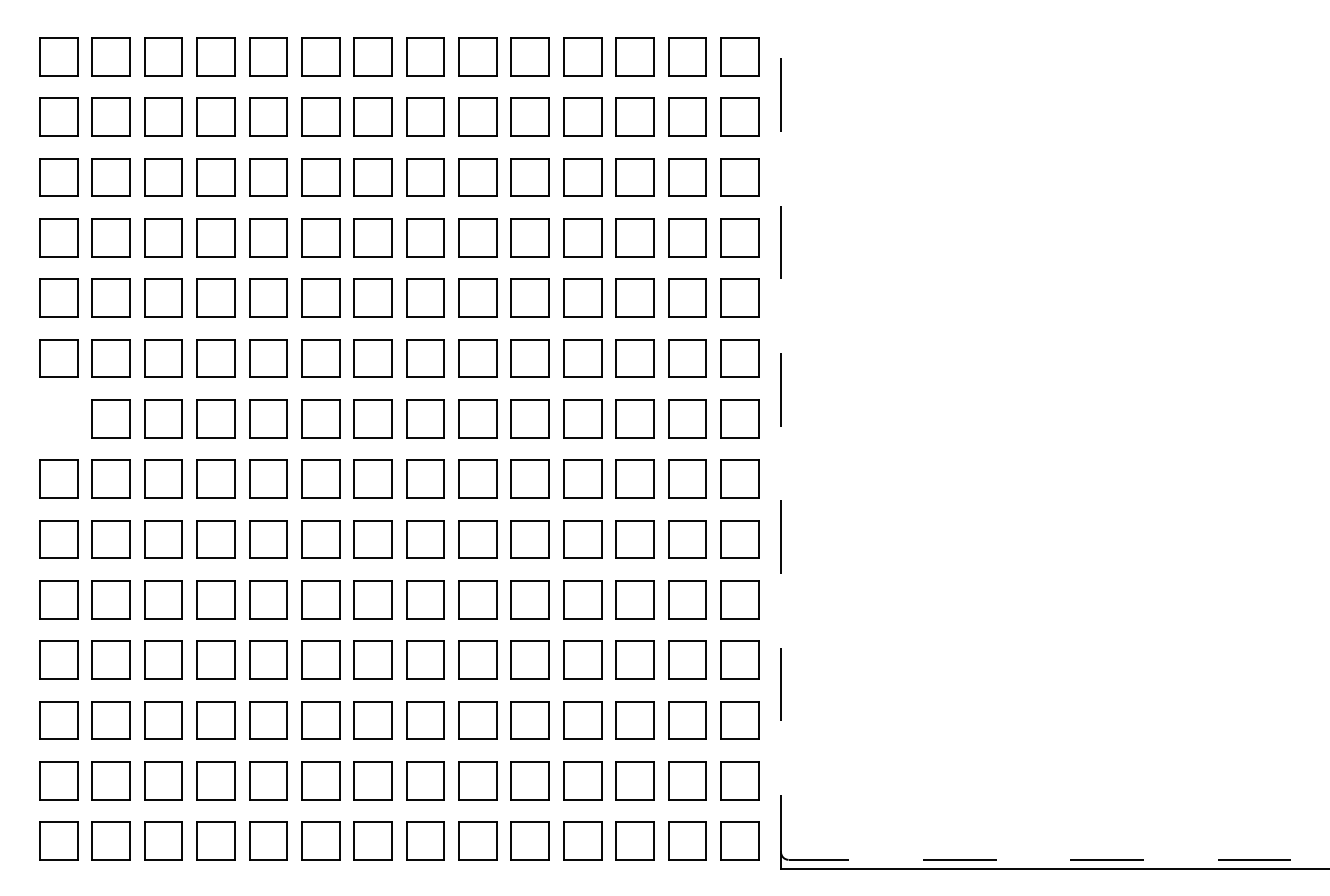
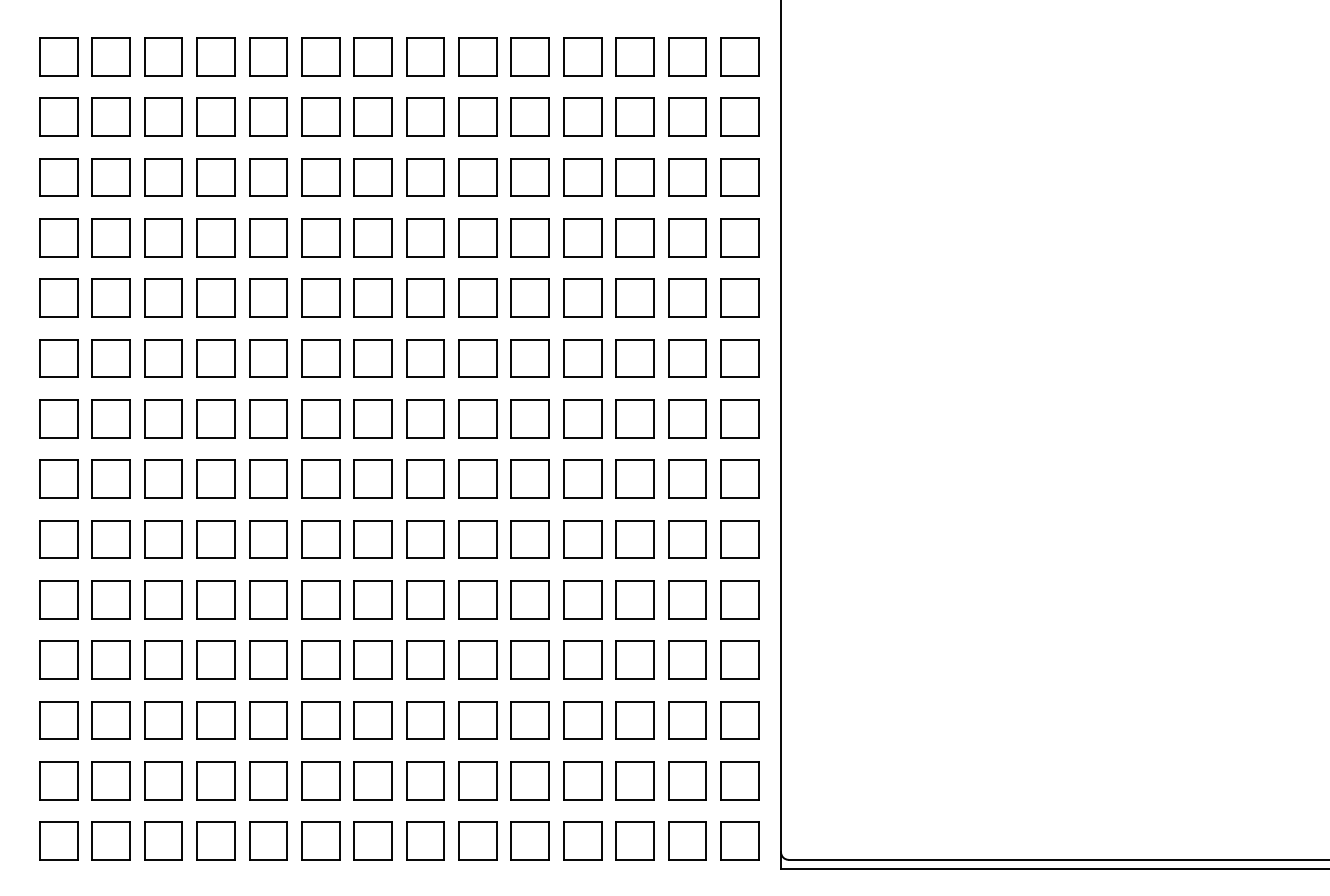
part at (58, 418): none -> present
line at (780, 426): dashed -> solid
line at (1058, 859): dashed -> solid
